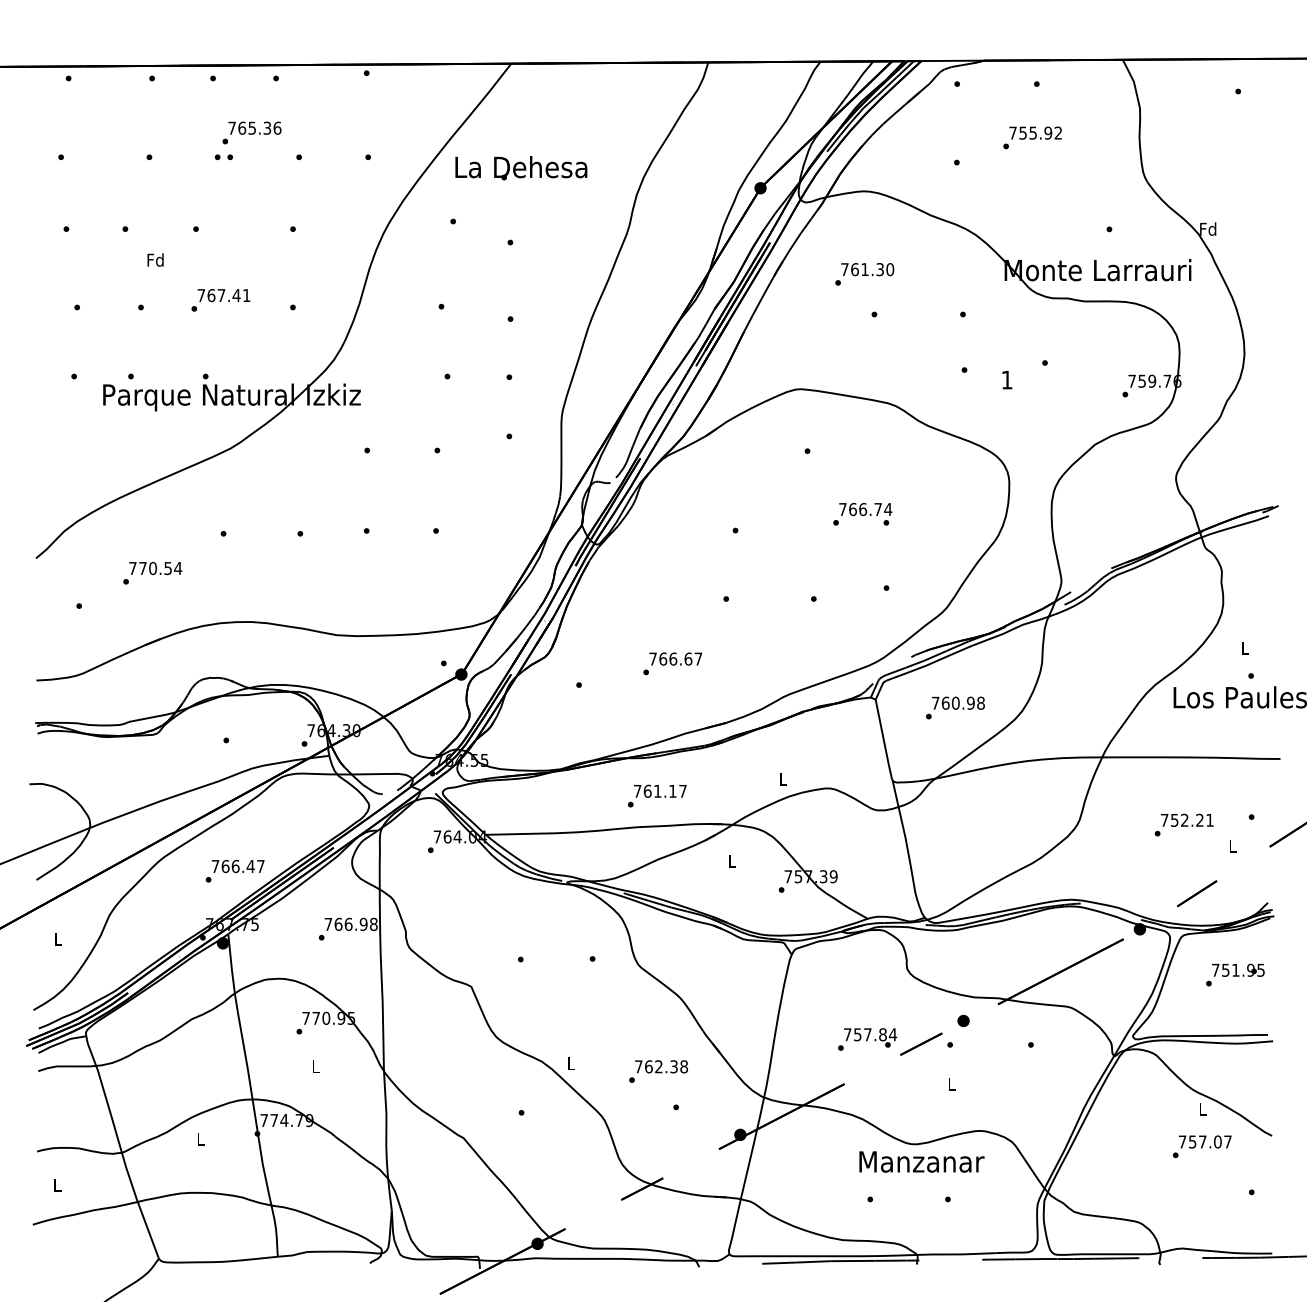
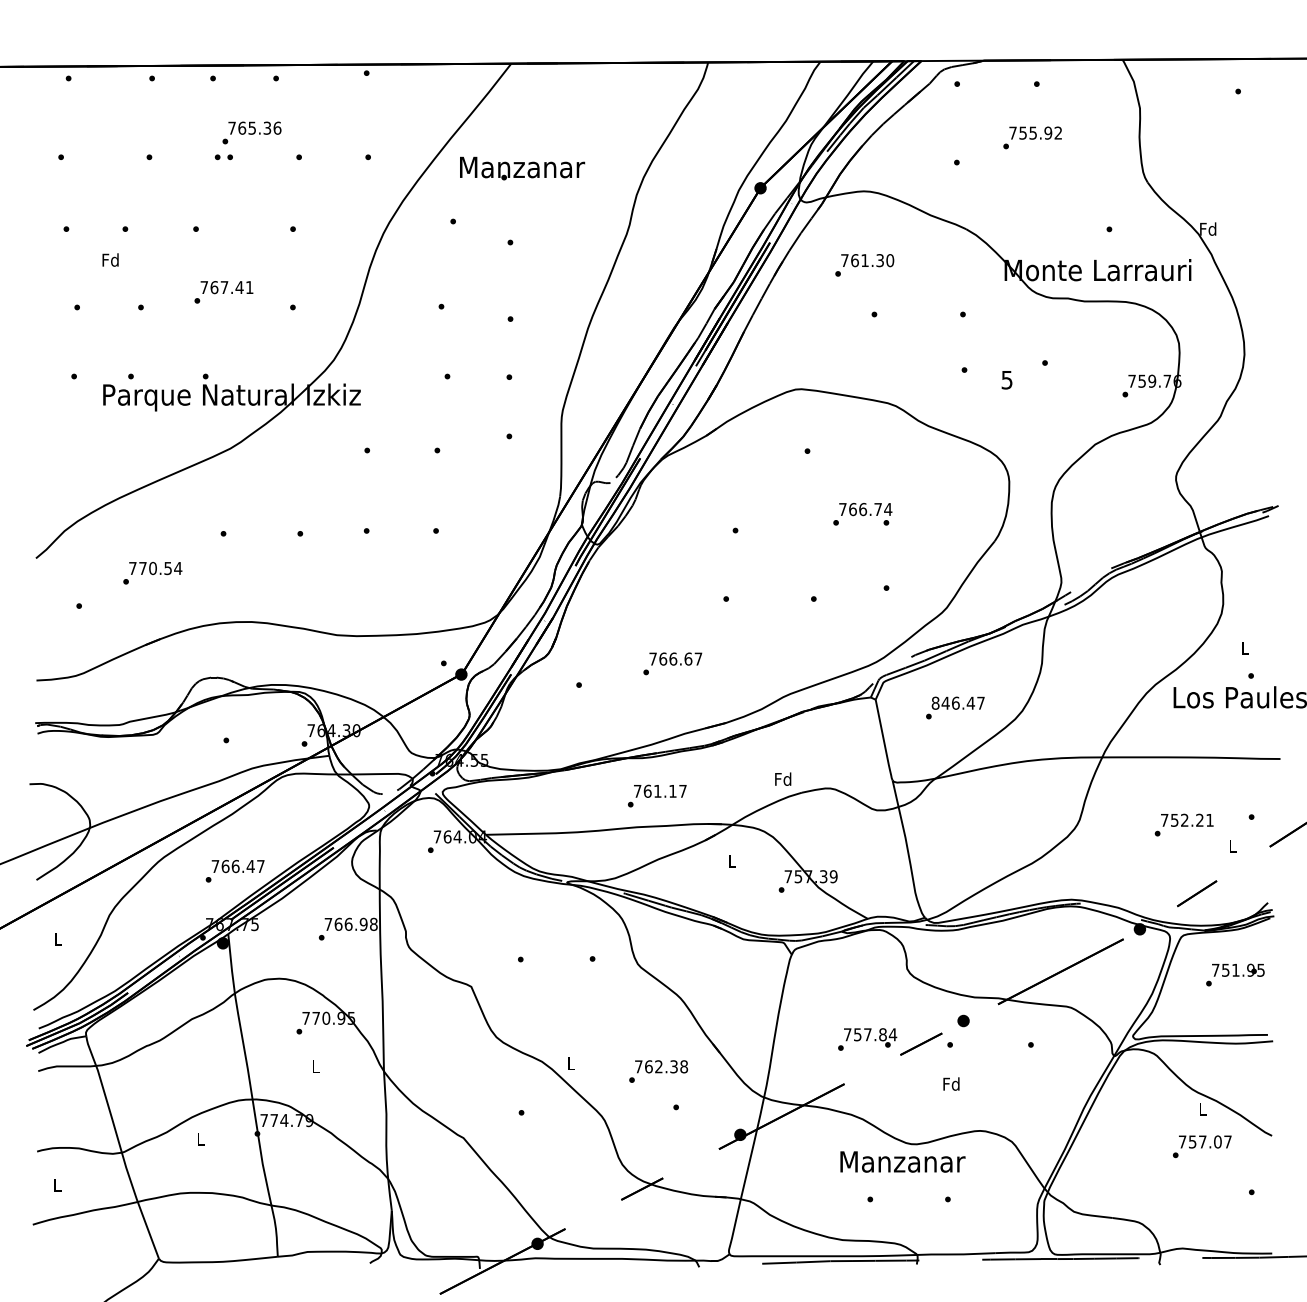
text at (521, 167): La Dehesa -> Manzanar
text at (155, 259) position: (155, 259) -> (110, 259)
text at (864, 274) position: (864, 274) -> (864, 265)
text at (220, 300) position: (220, 300) -> (223, 292)
text at (1006, 380): 1 -> 5
text at (957, 702): 760.98 -> 846.47
text at (783, 778): L -> Fd
text at (951, 1083): L -> Fd
text at (921, 1161) position: (921, 1161) -> (902, 1161)
